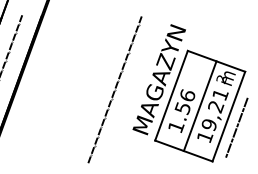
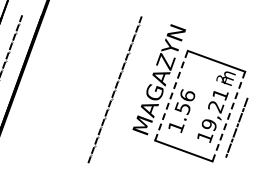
line at (171, 95): solid -> dashed
line at (199, 106): present -> none
line at (228, 116): solid -> dashed
